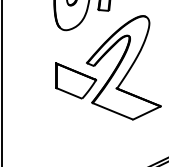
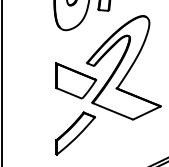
part at (75, 133): none -> present
